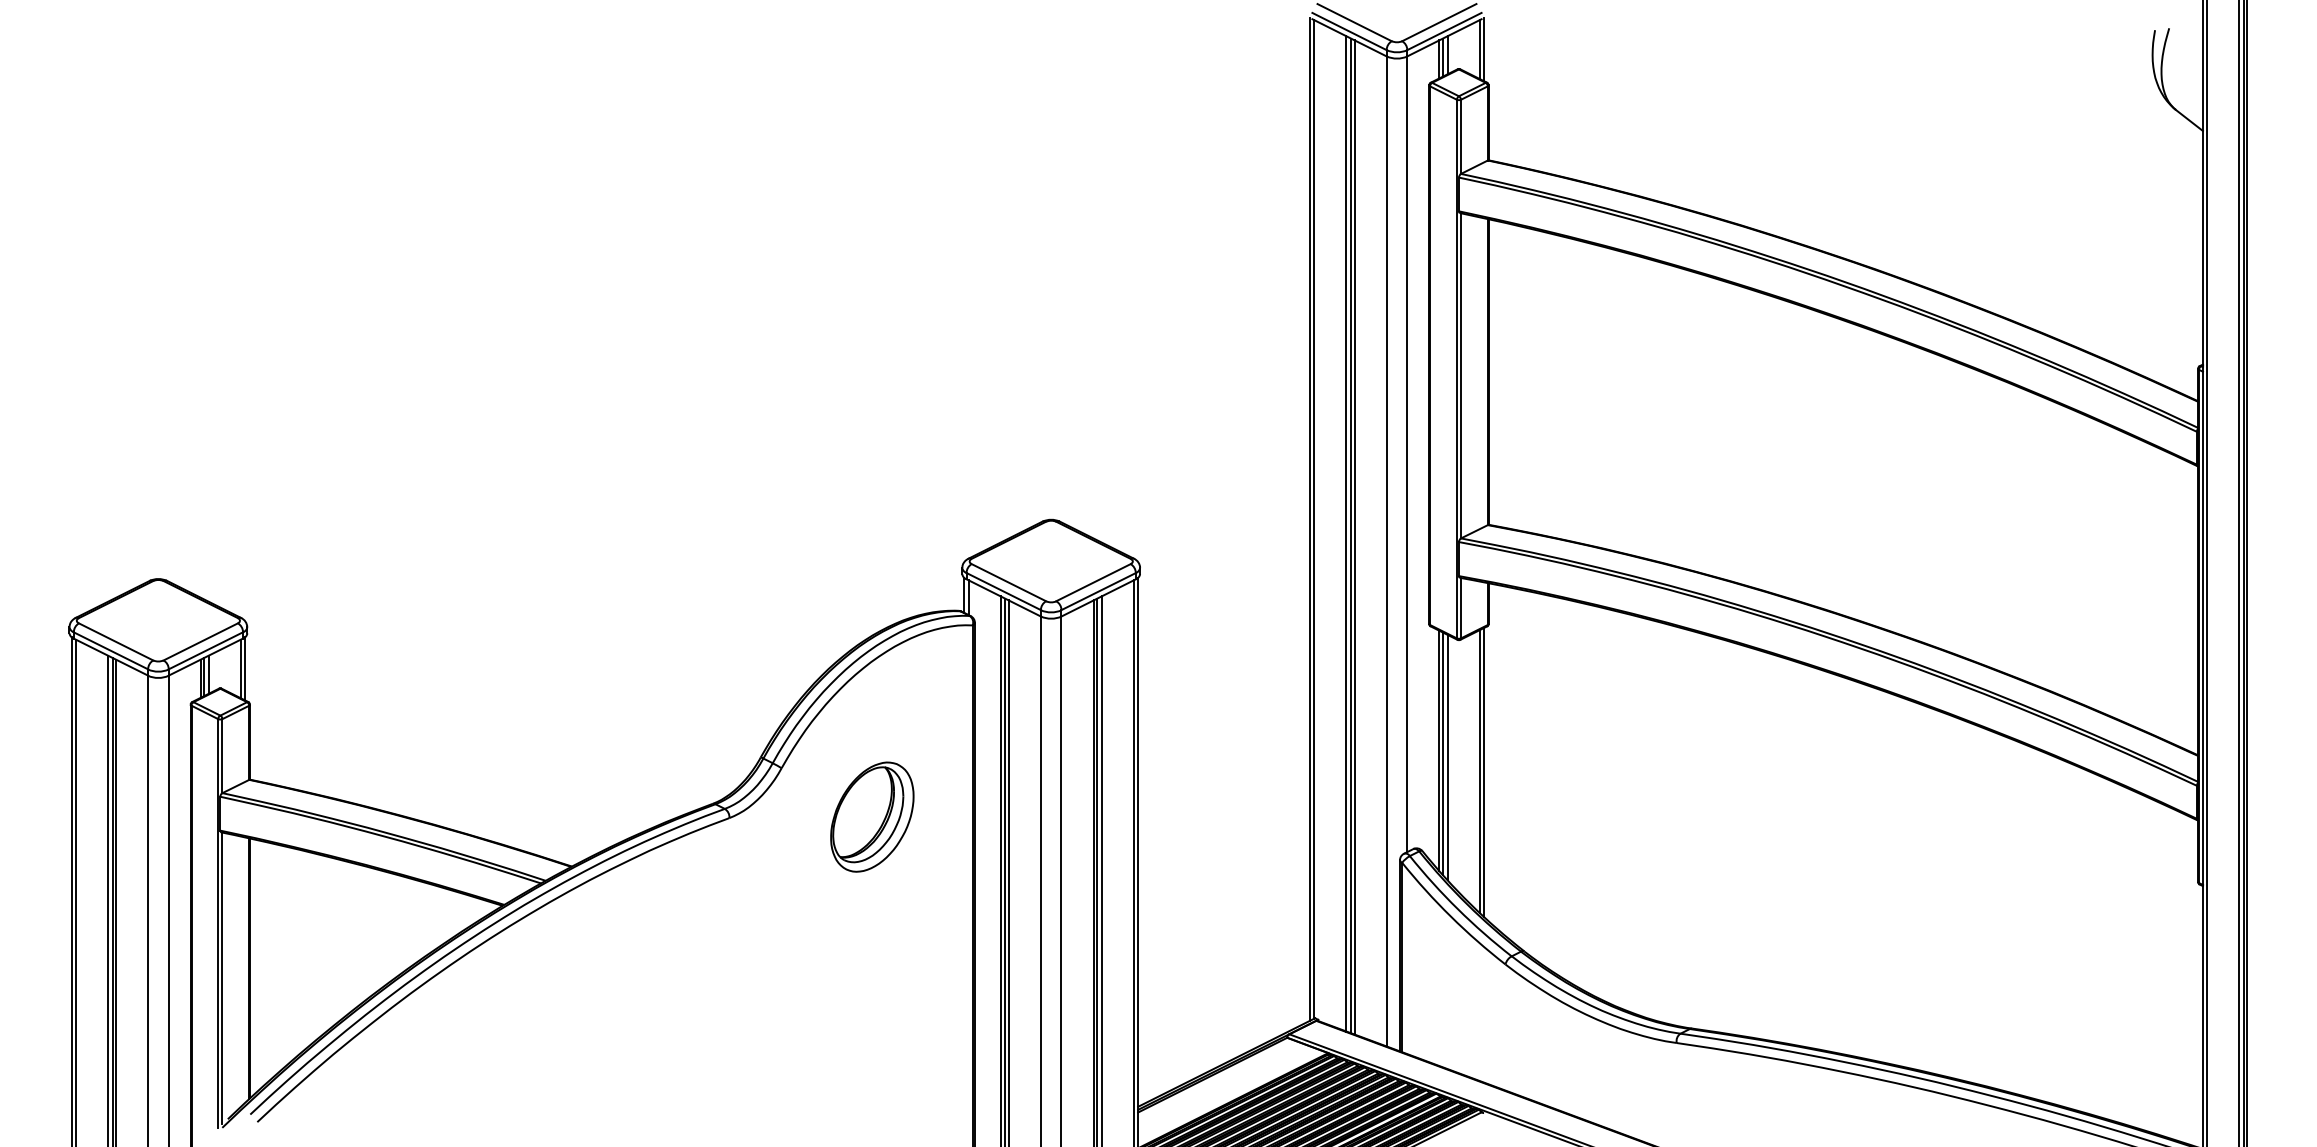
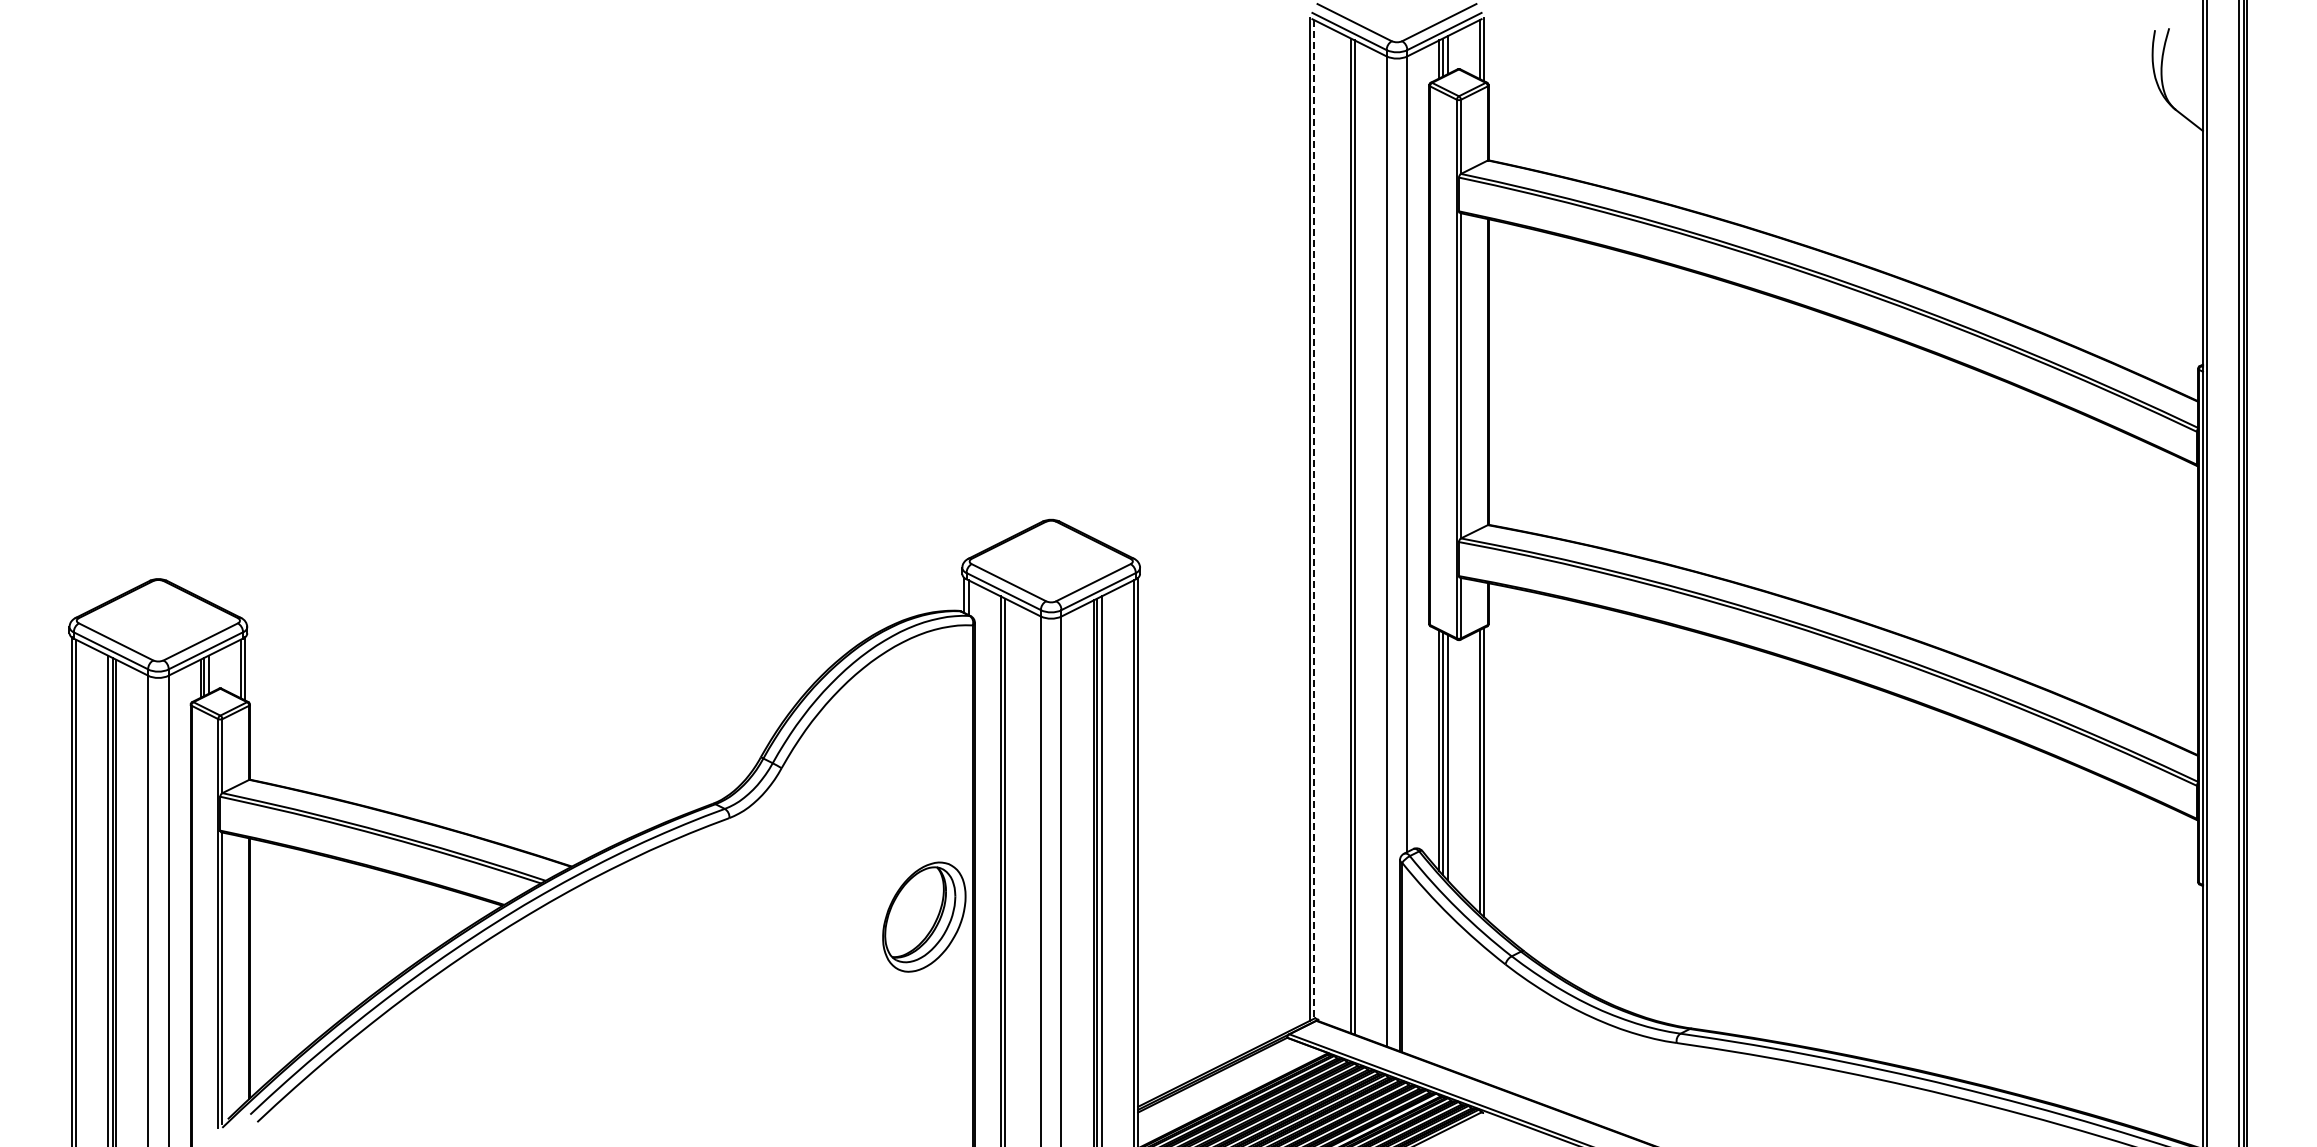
line at (1314, 519): solid -> dashed
line at (1346, 533): present -> none
part at (872, 816) position: (872, 816) -> (924, 916)
line at (1008, 871): present -> none
